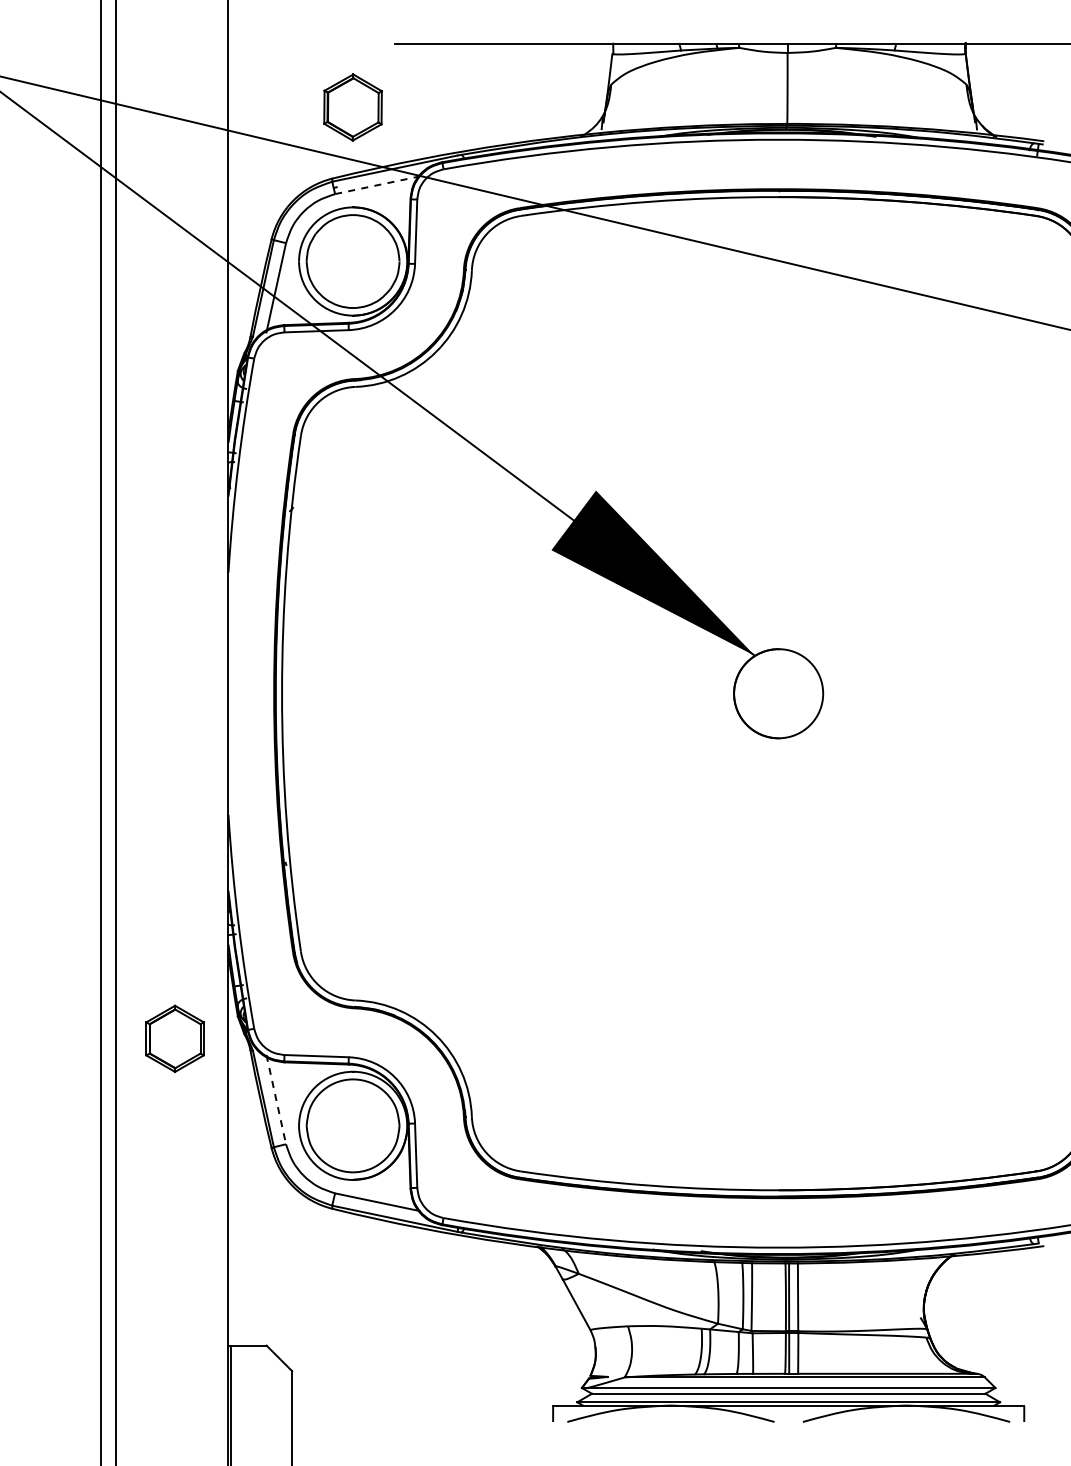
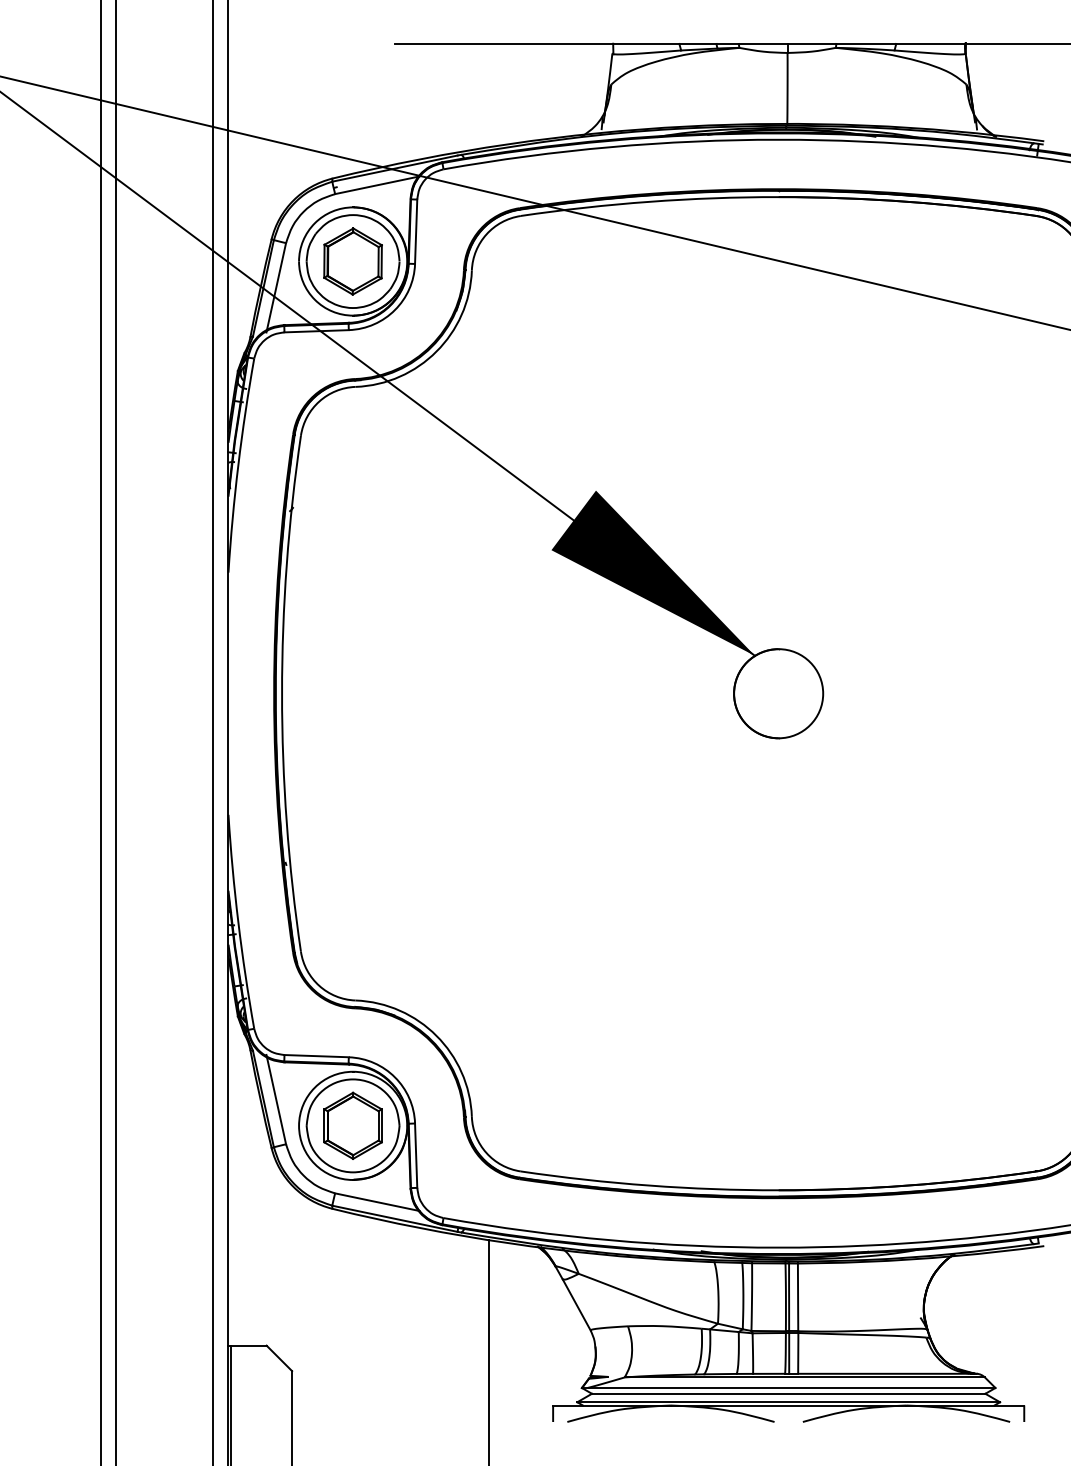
part at (352, 107) position: (352, 107) -> (352, 261)
line at (377, 185): dashed -> solid
line at (213, 732): none -> present
part at (174, 1038) position: (174, 1038) -> (352, 1125)
line at (276, 1099): dashed -> solid
line at (489, 1351): none -> present
